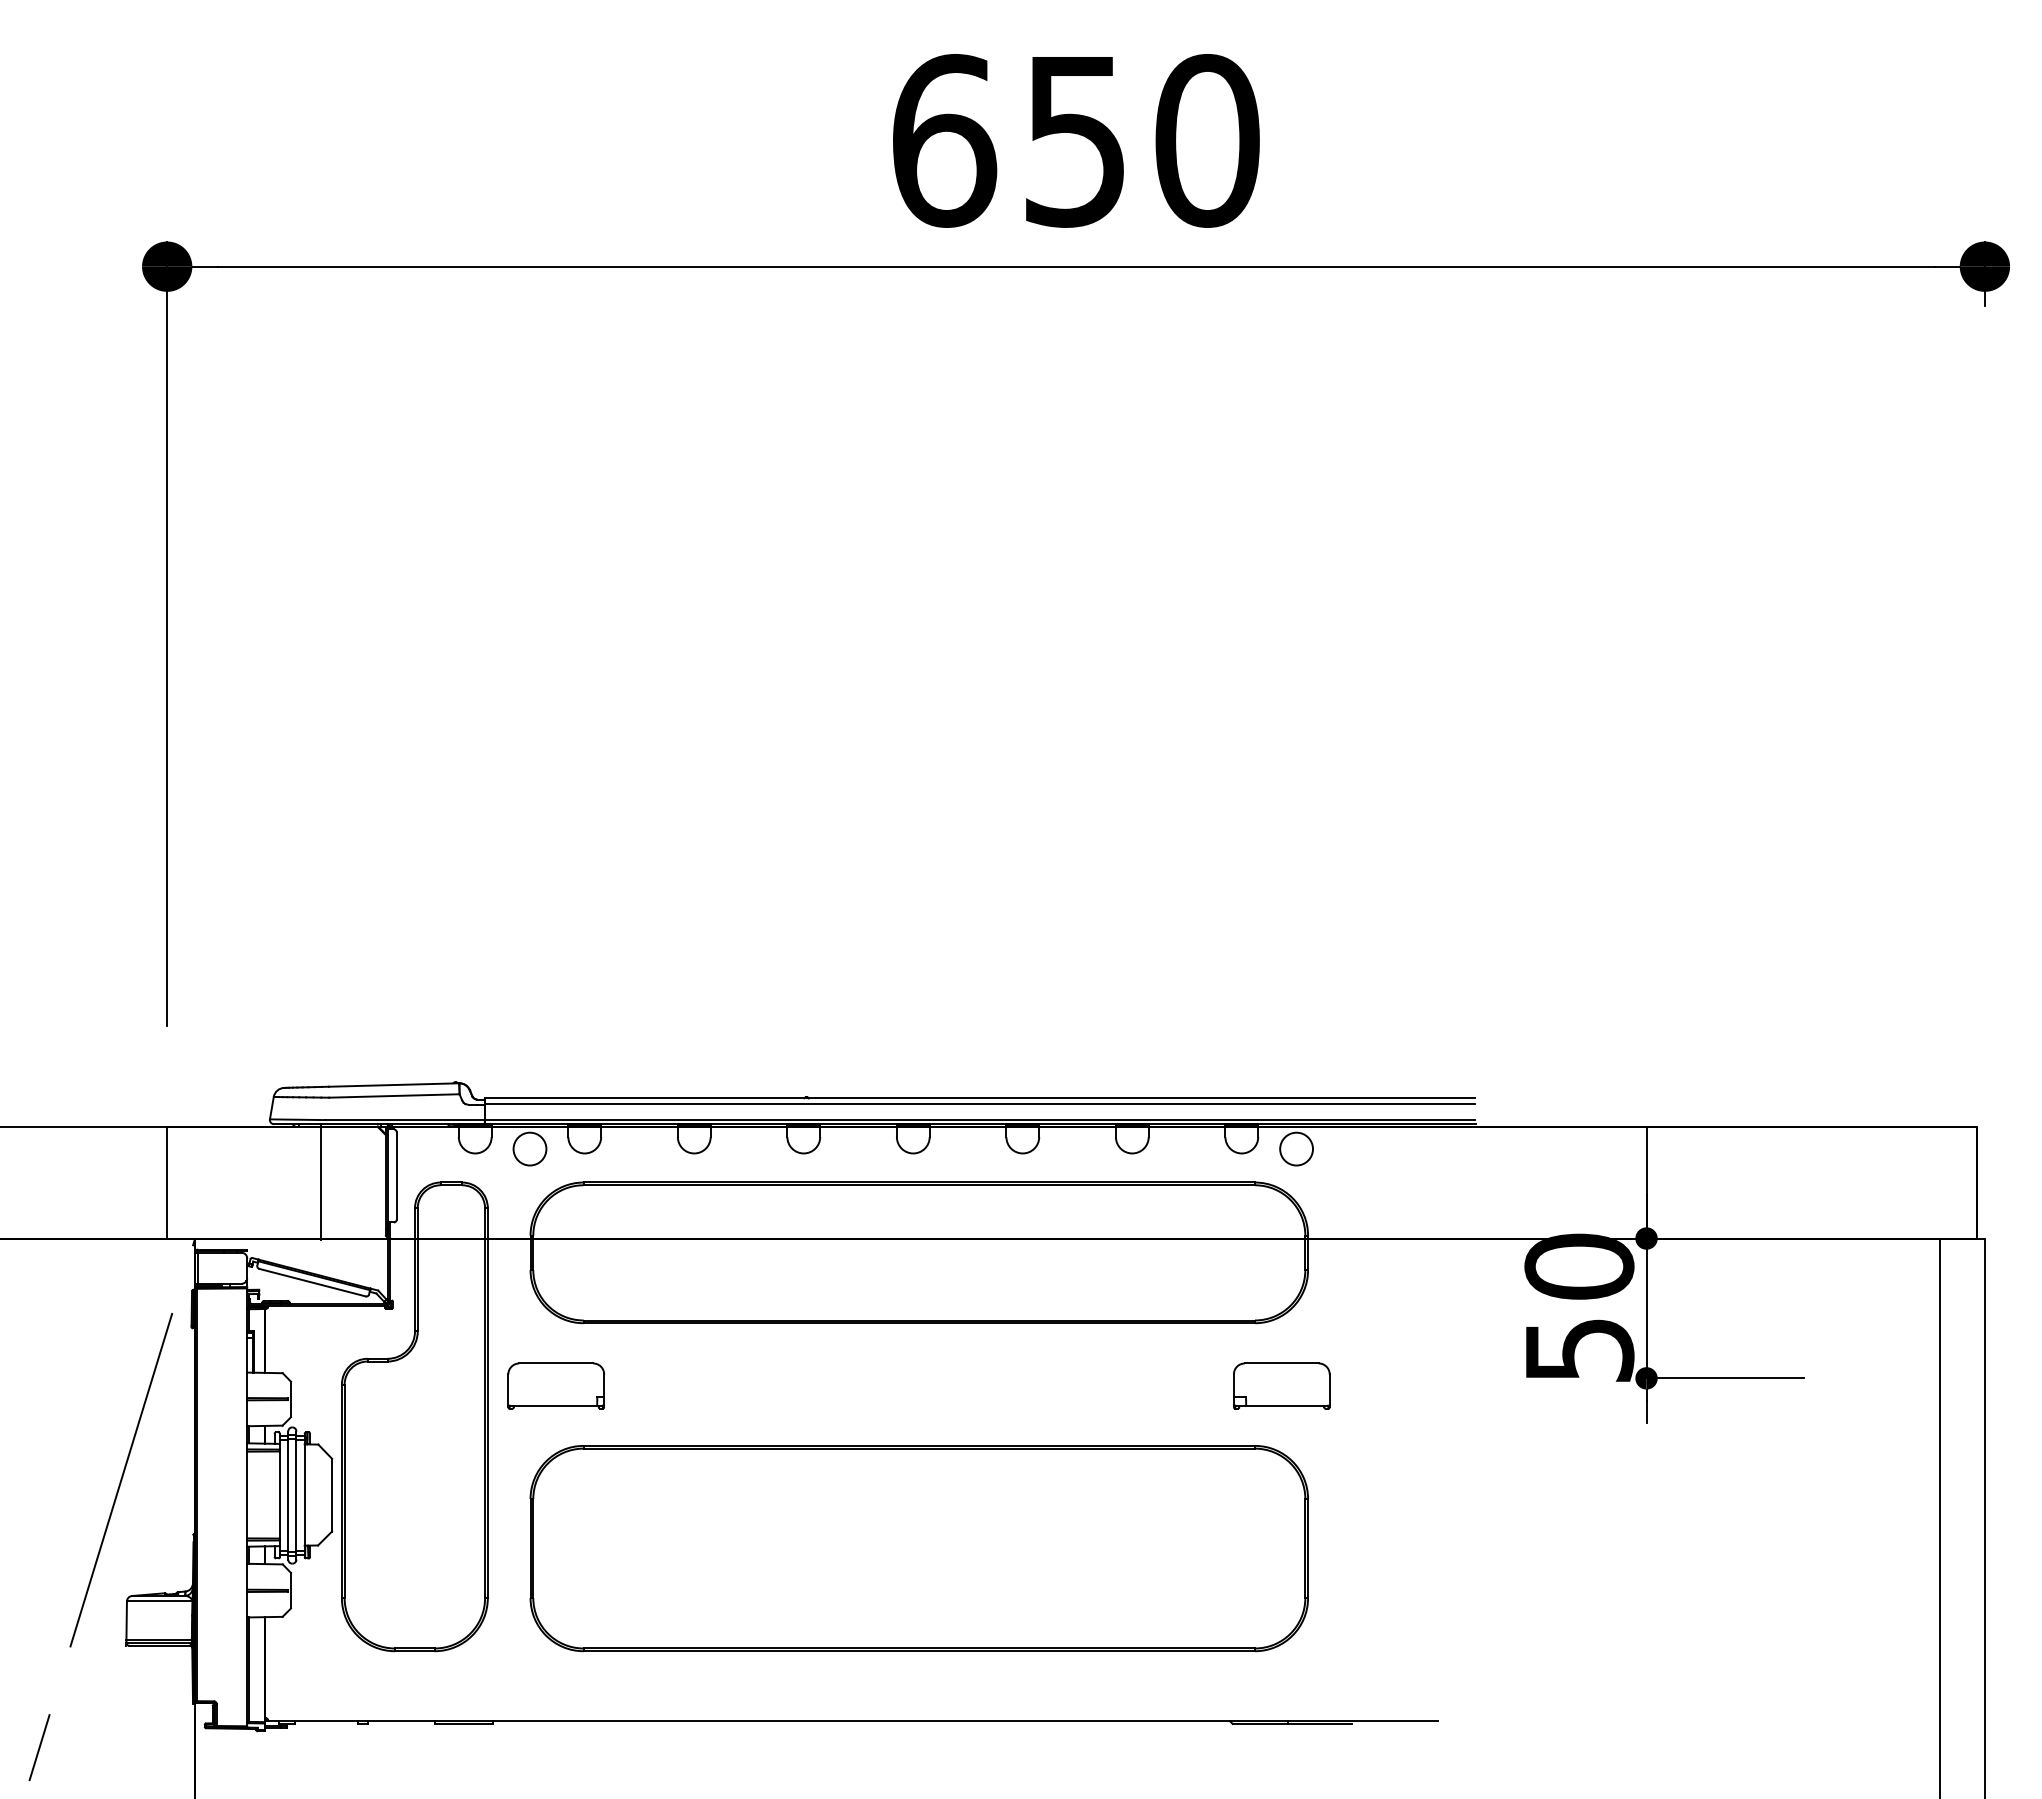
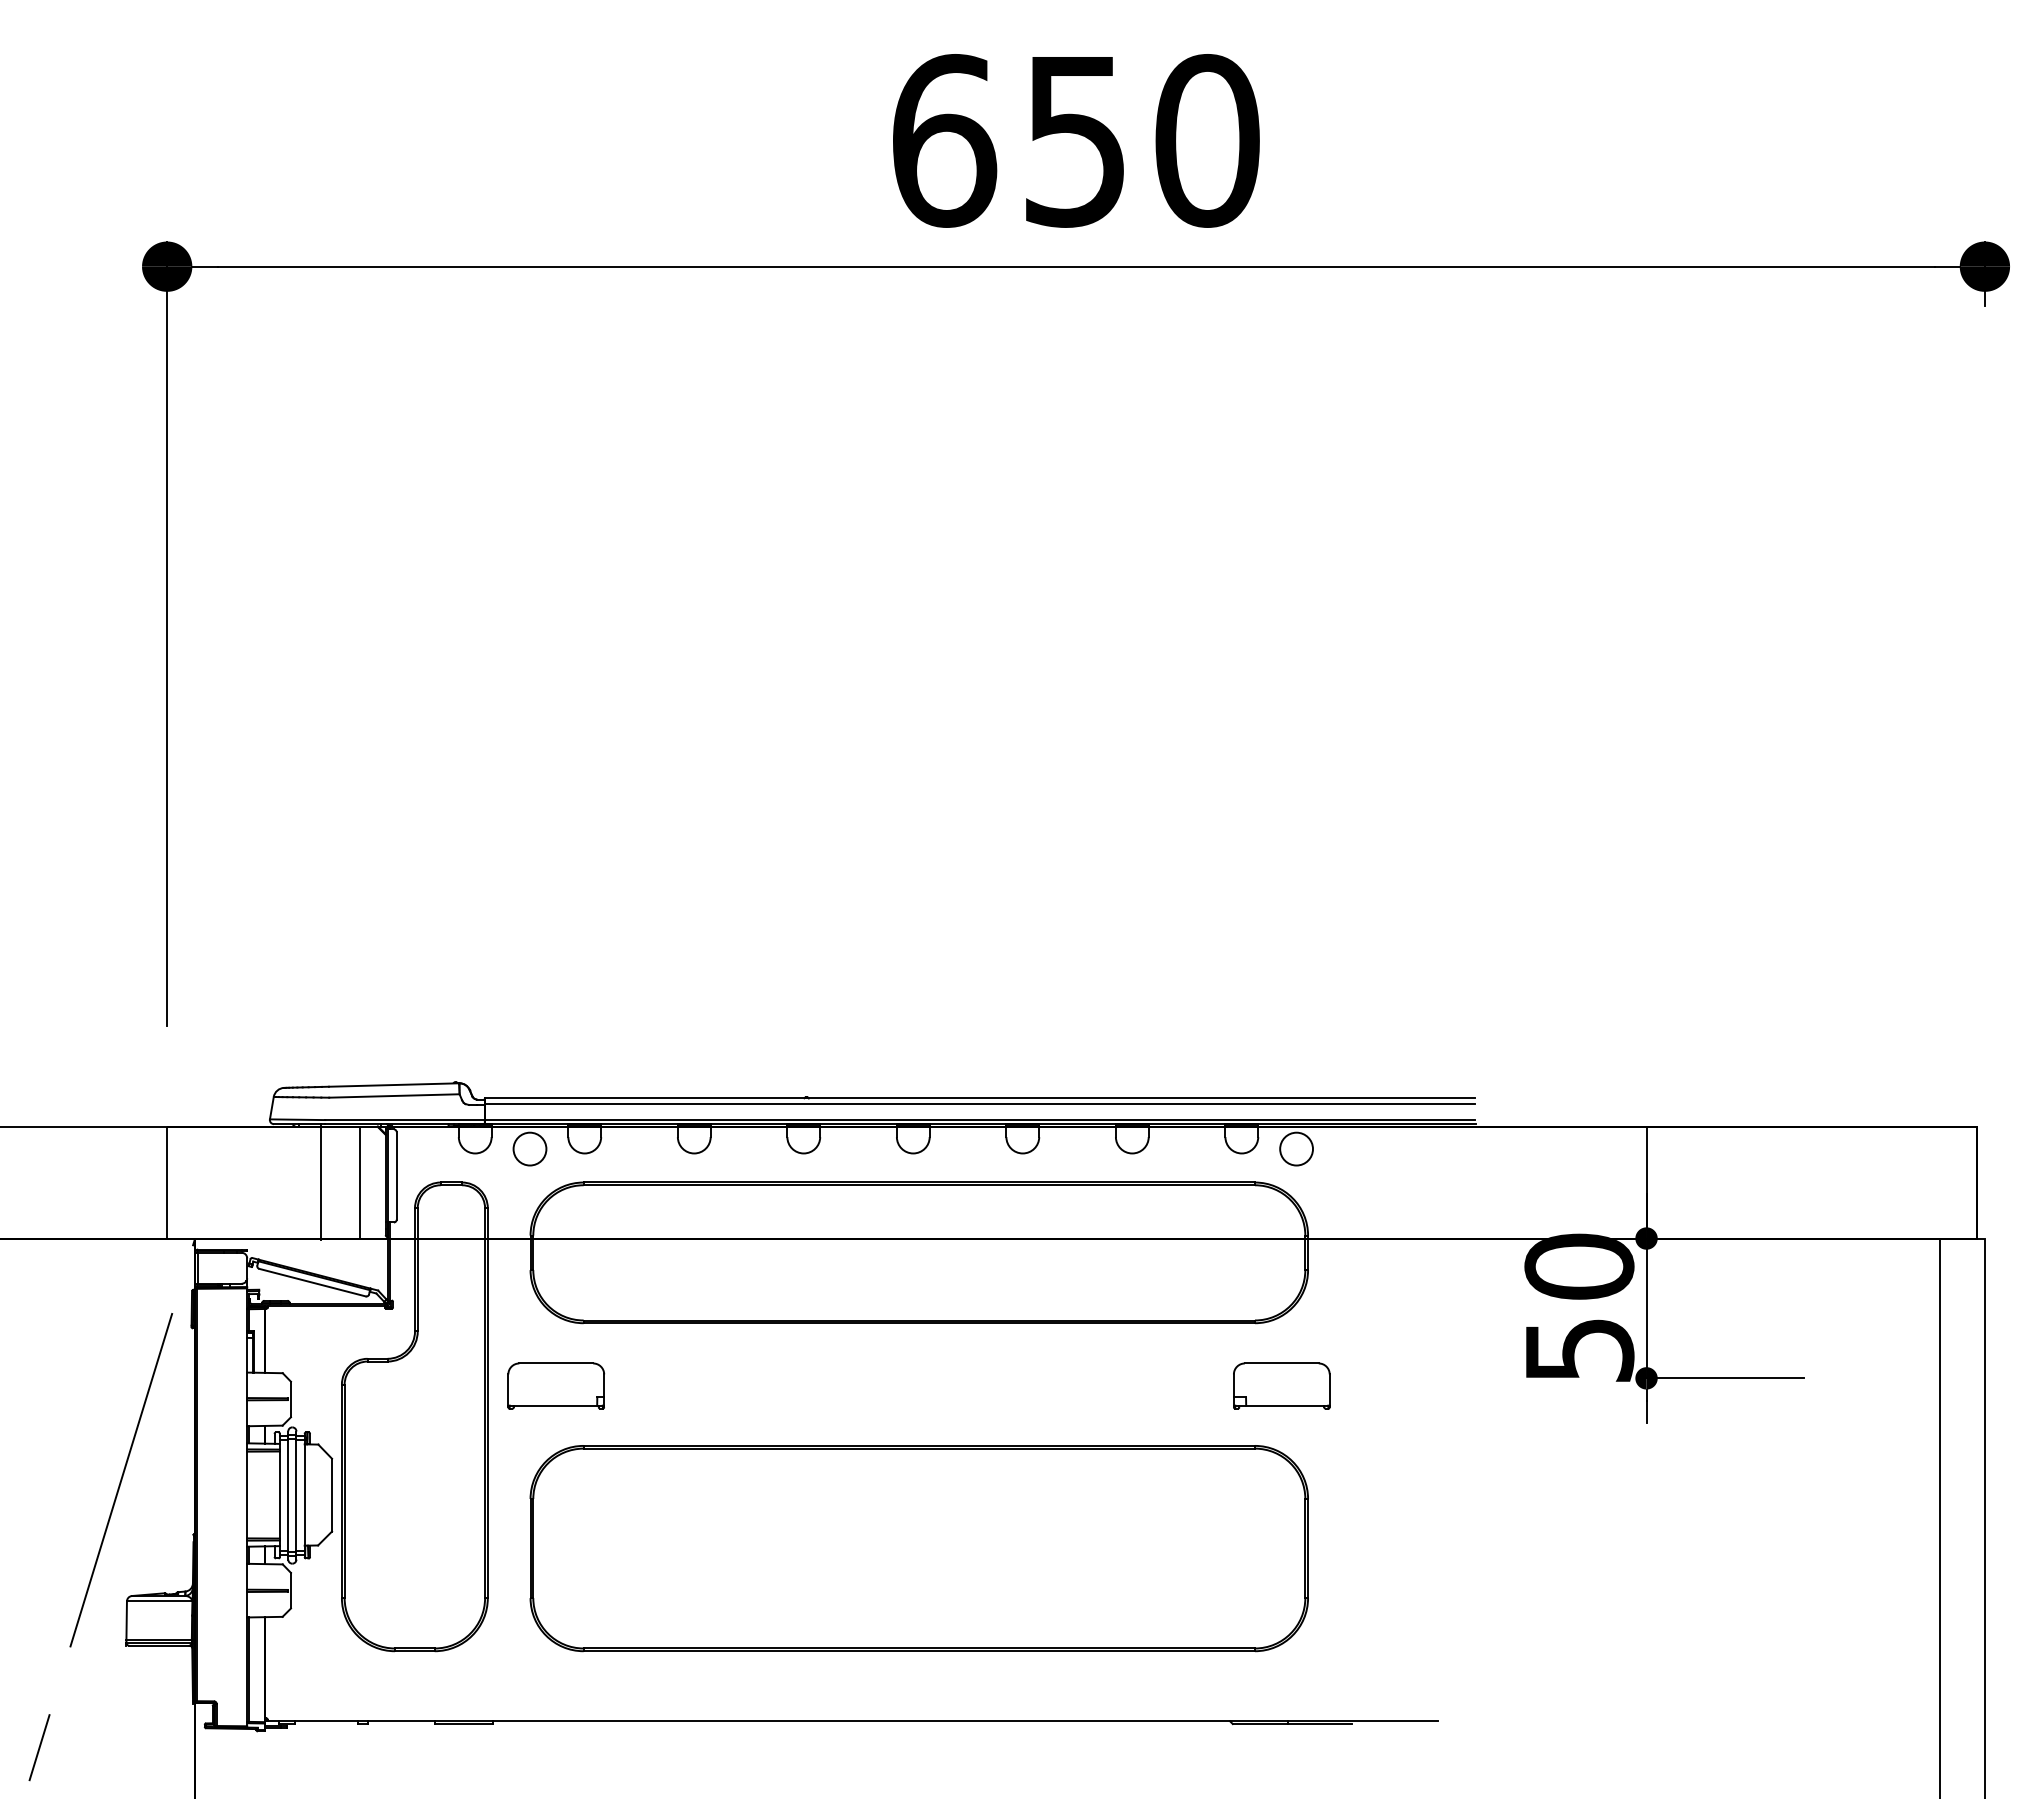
line at (360, 1182): none -> present
